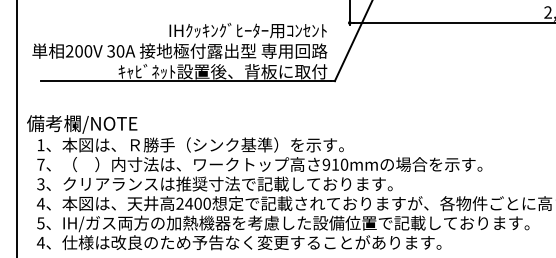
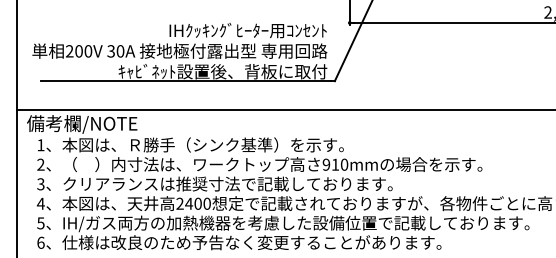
line at (284, 109): none -> present
text at (40, 164): 7 -> 2
text at (40, 242): 4 -> 6
